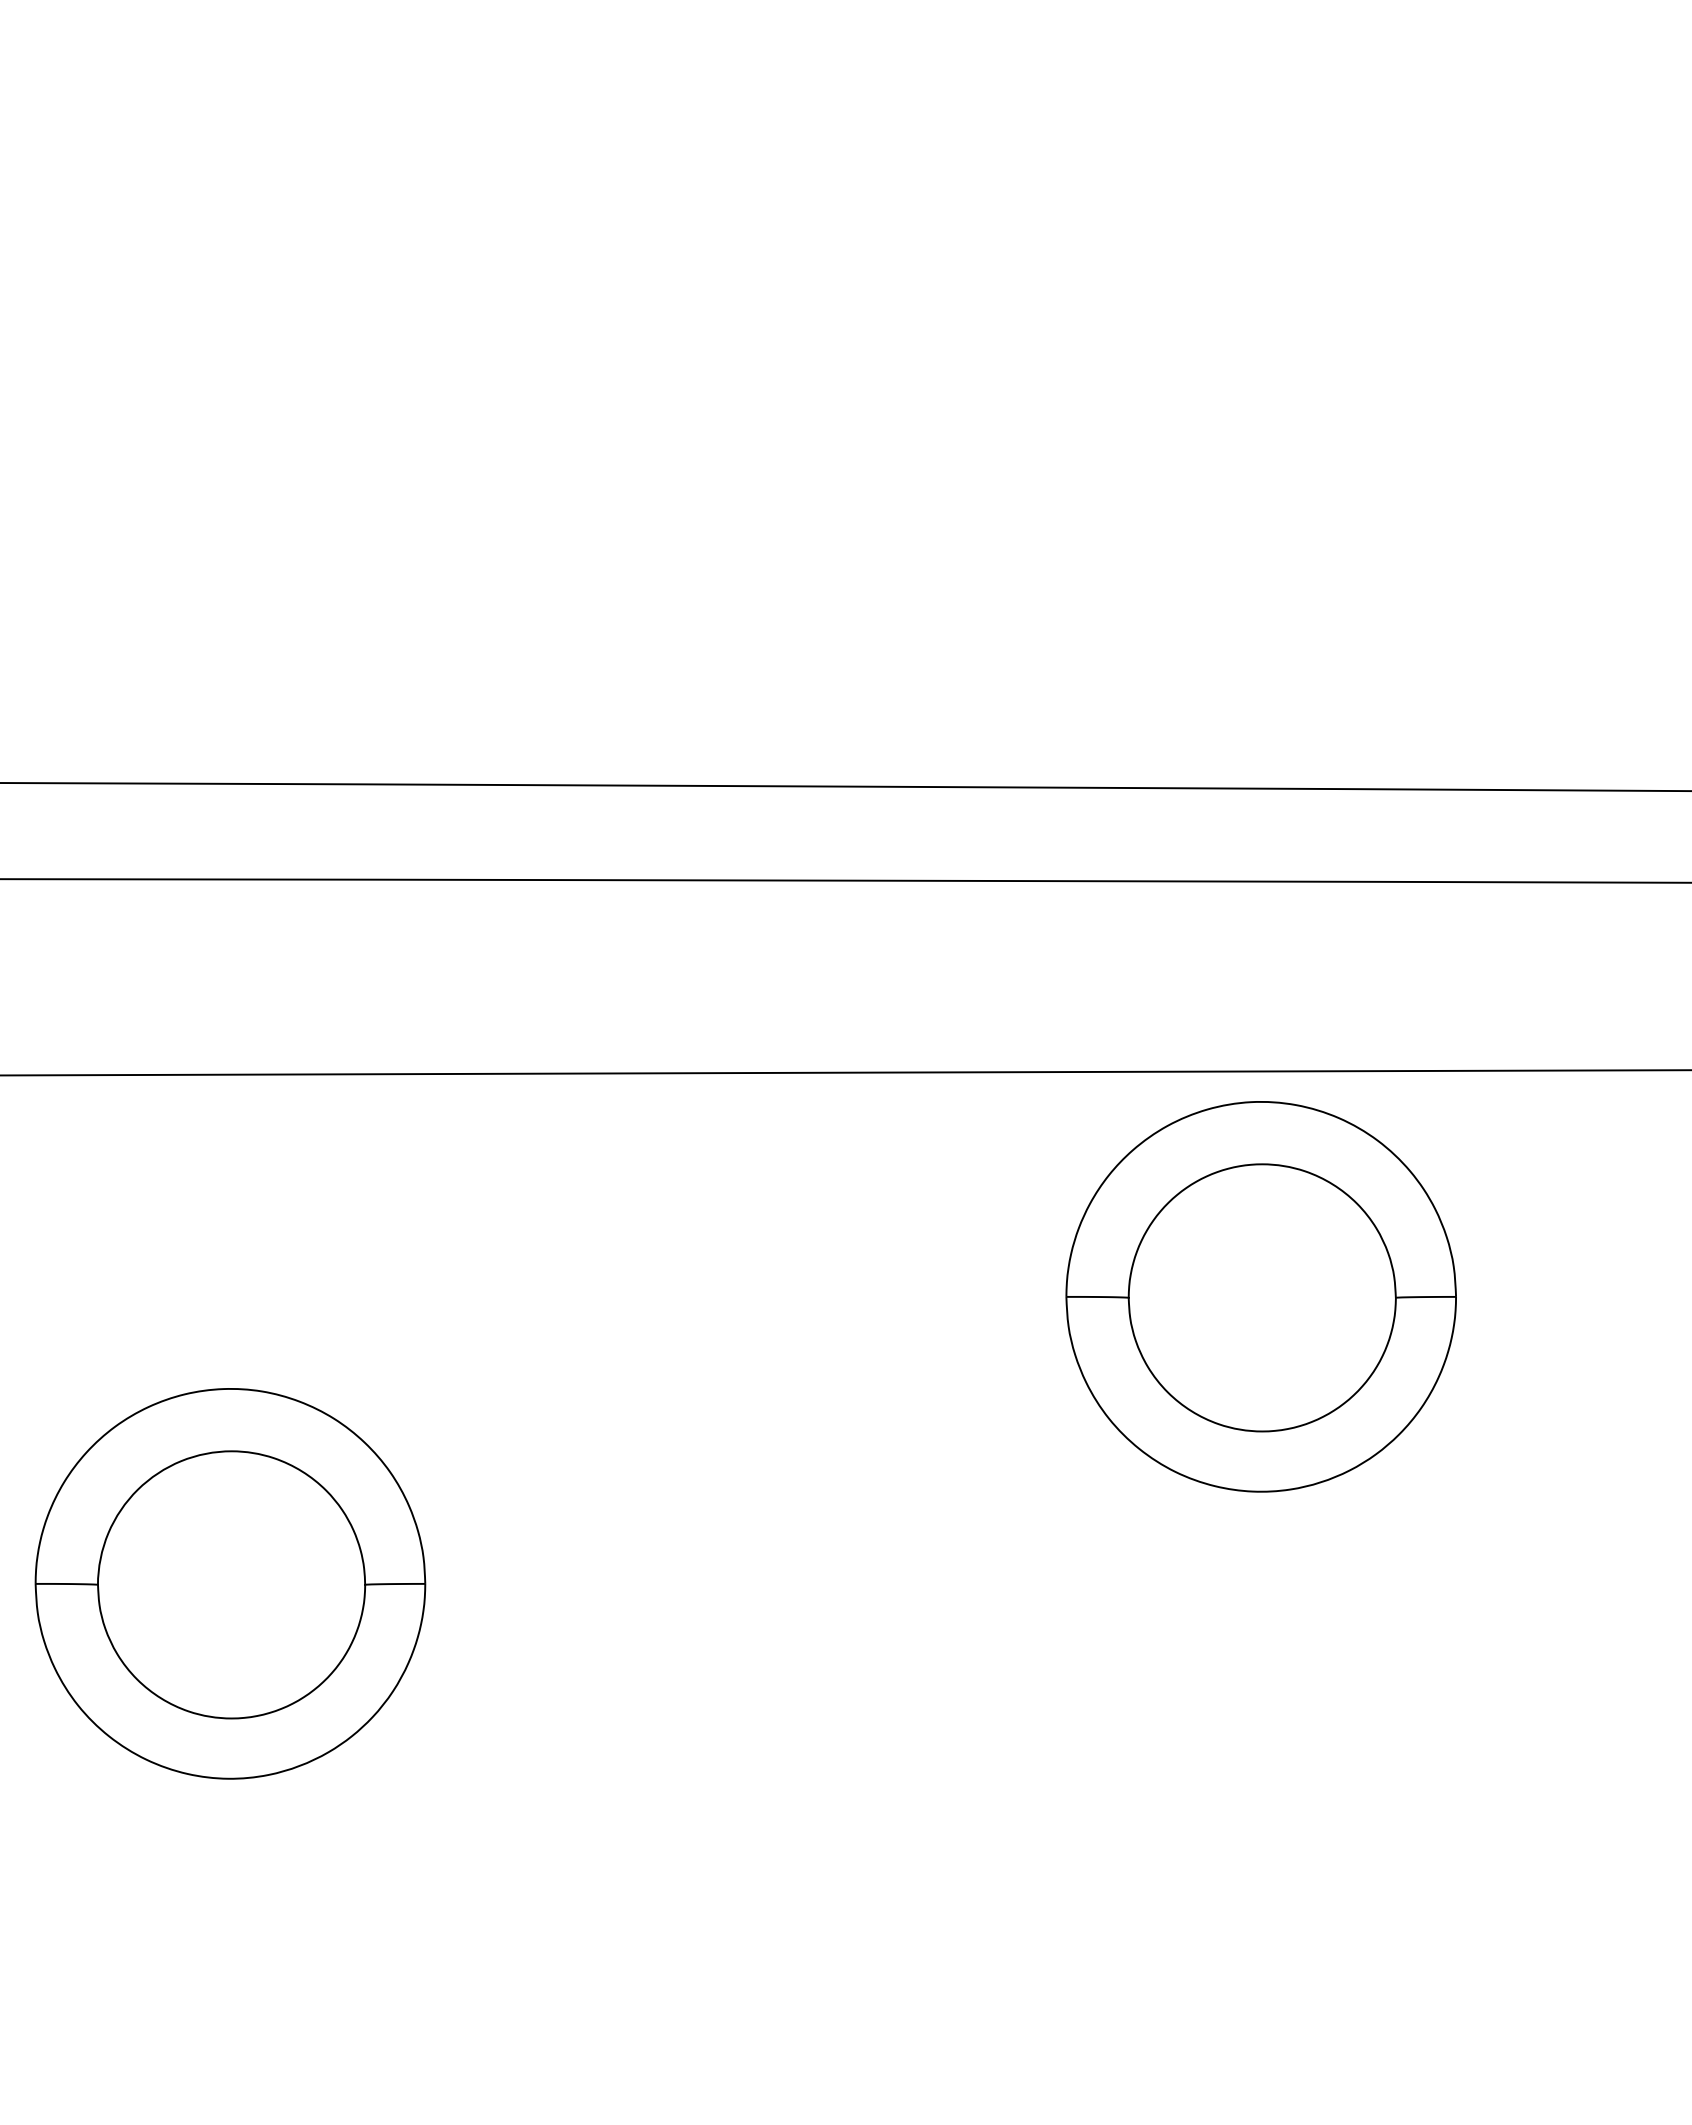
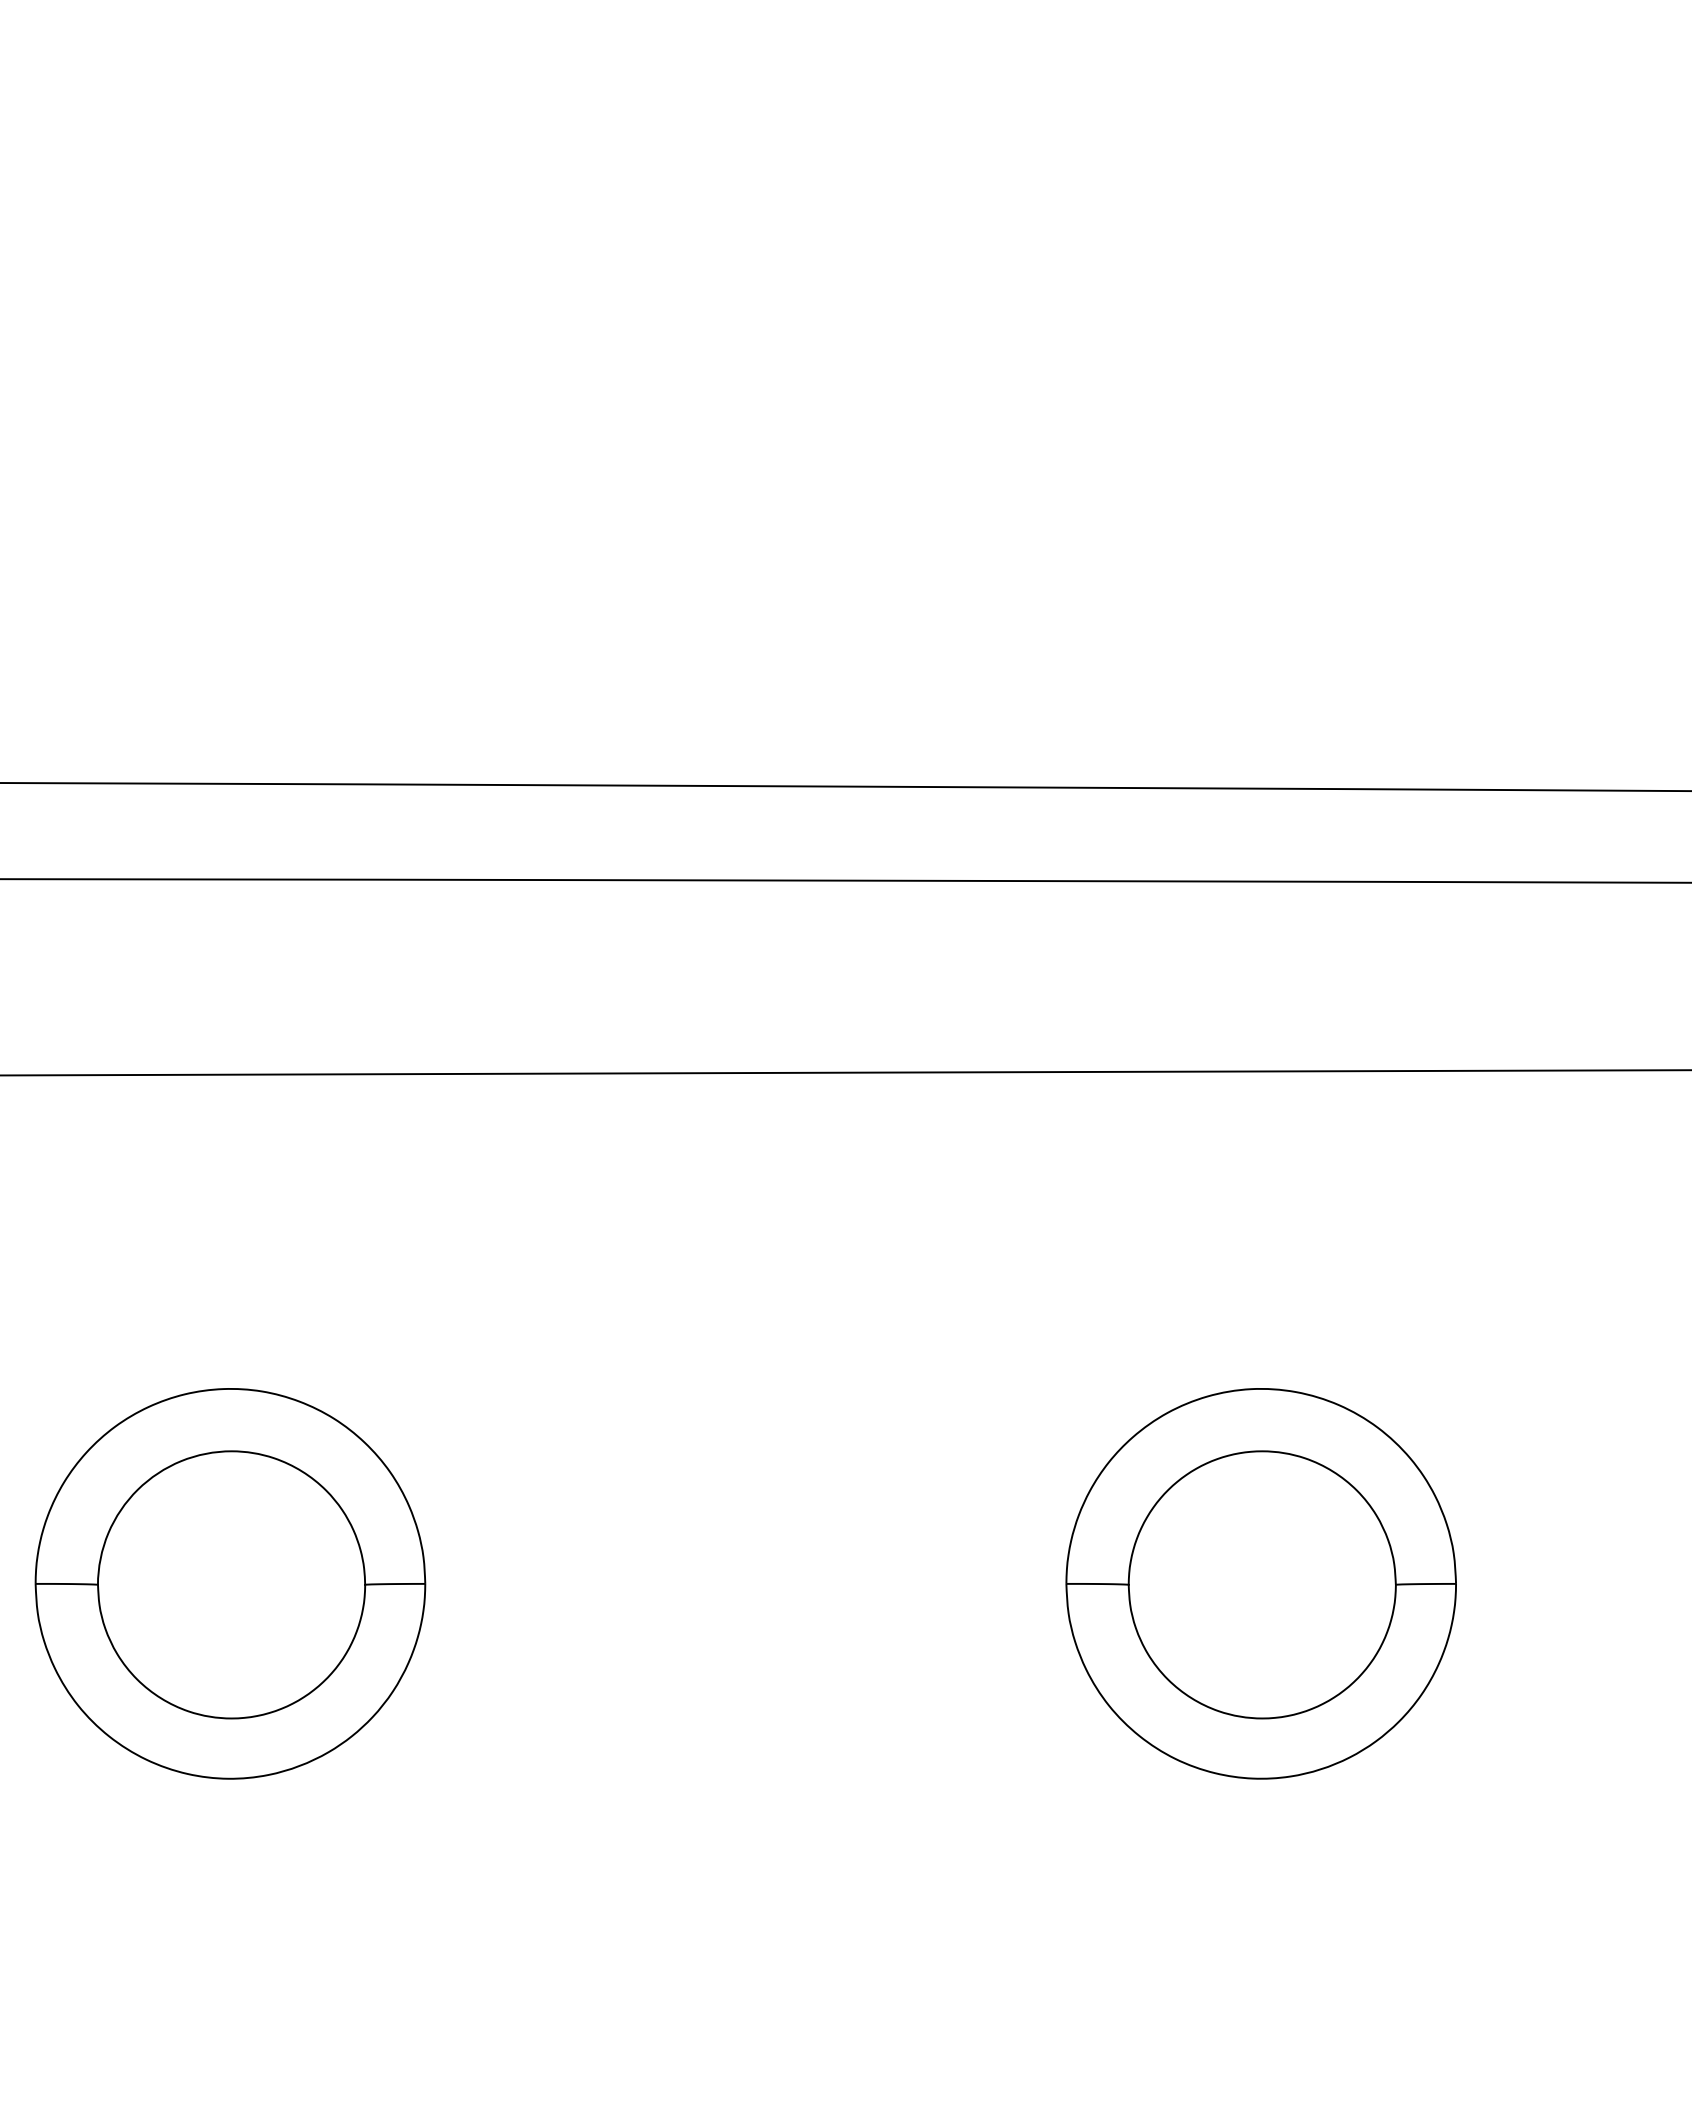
part at (1260, 1296) position: (1260, 1296) -> (1260, 1583)
